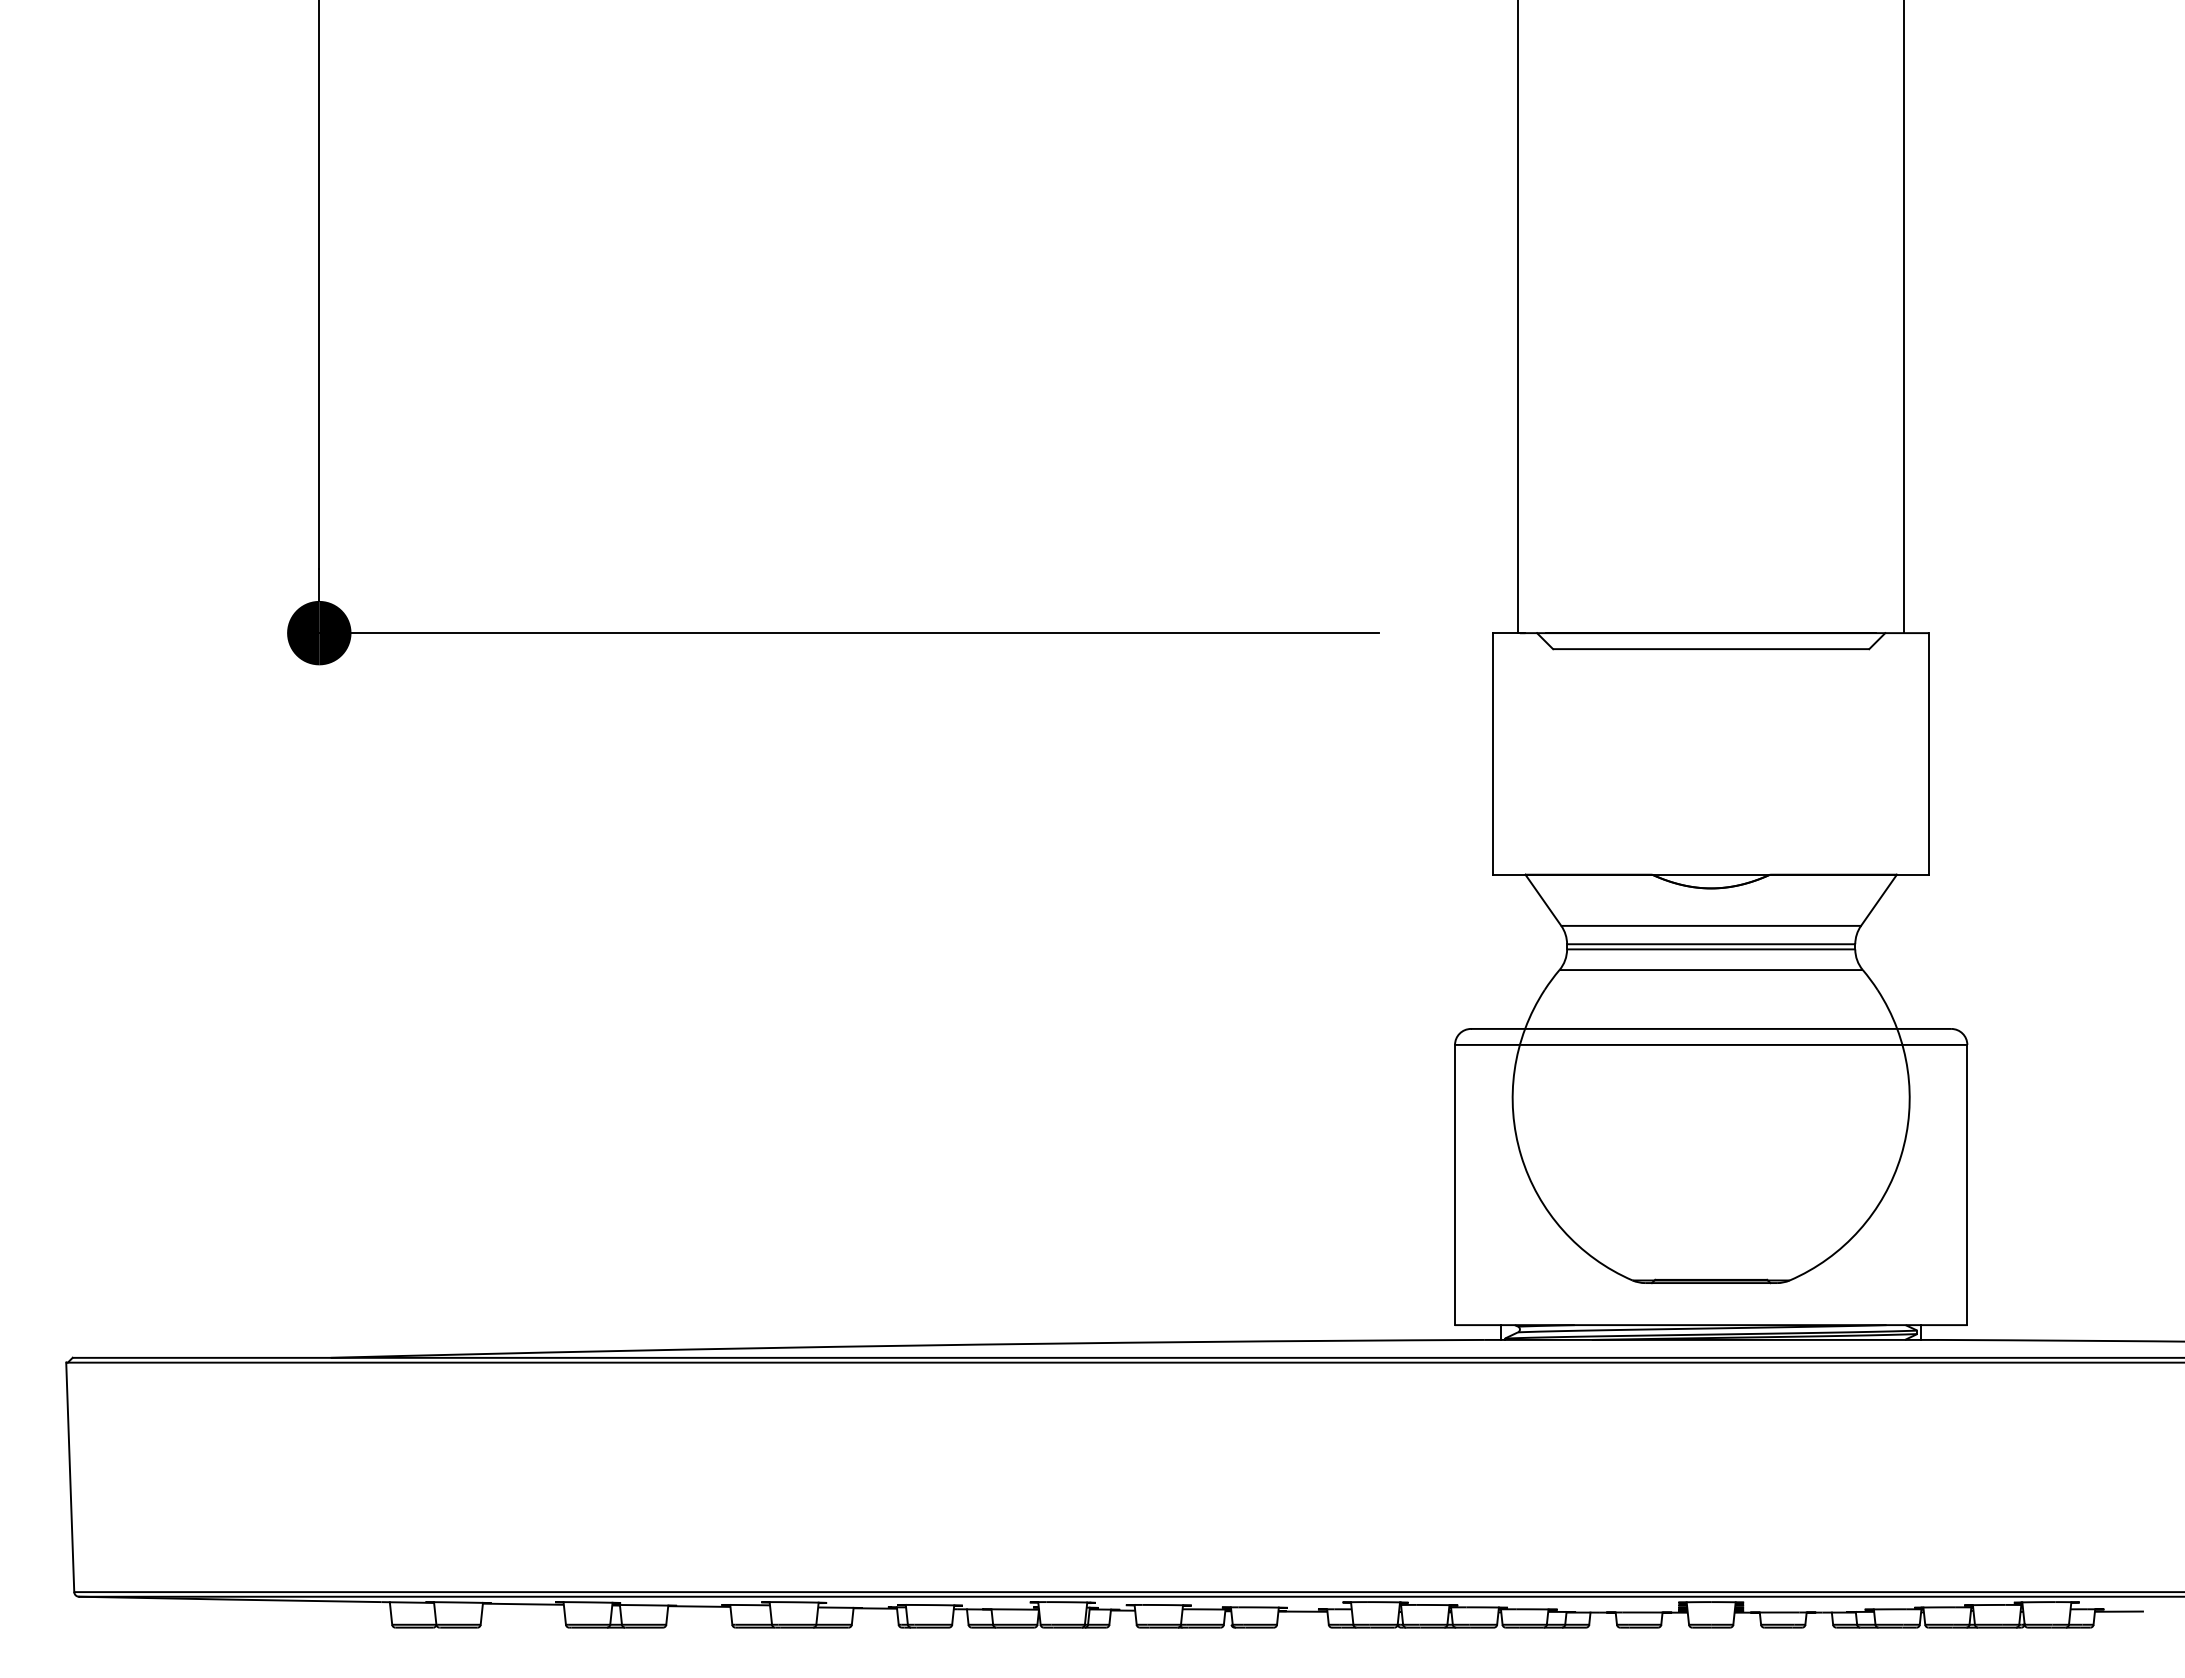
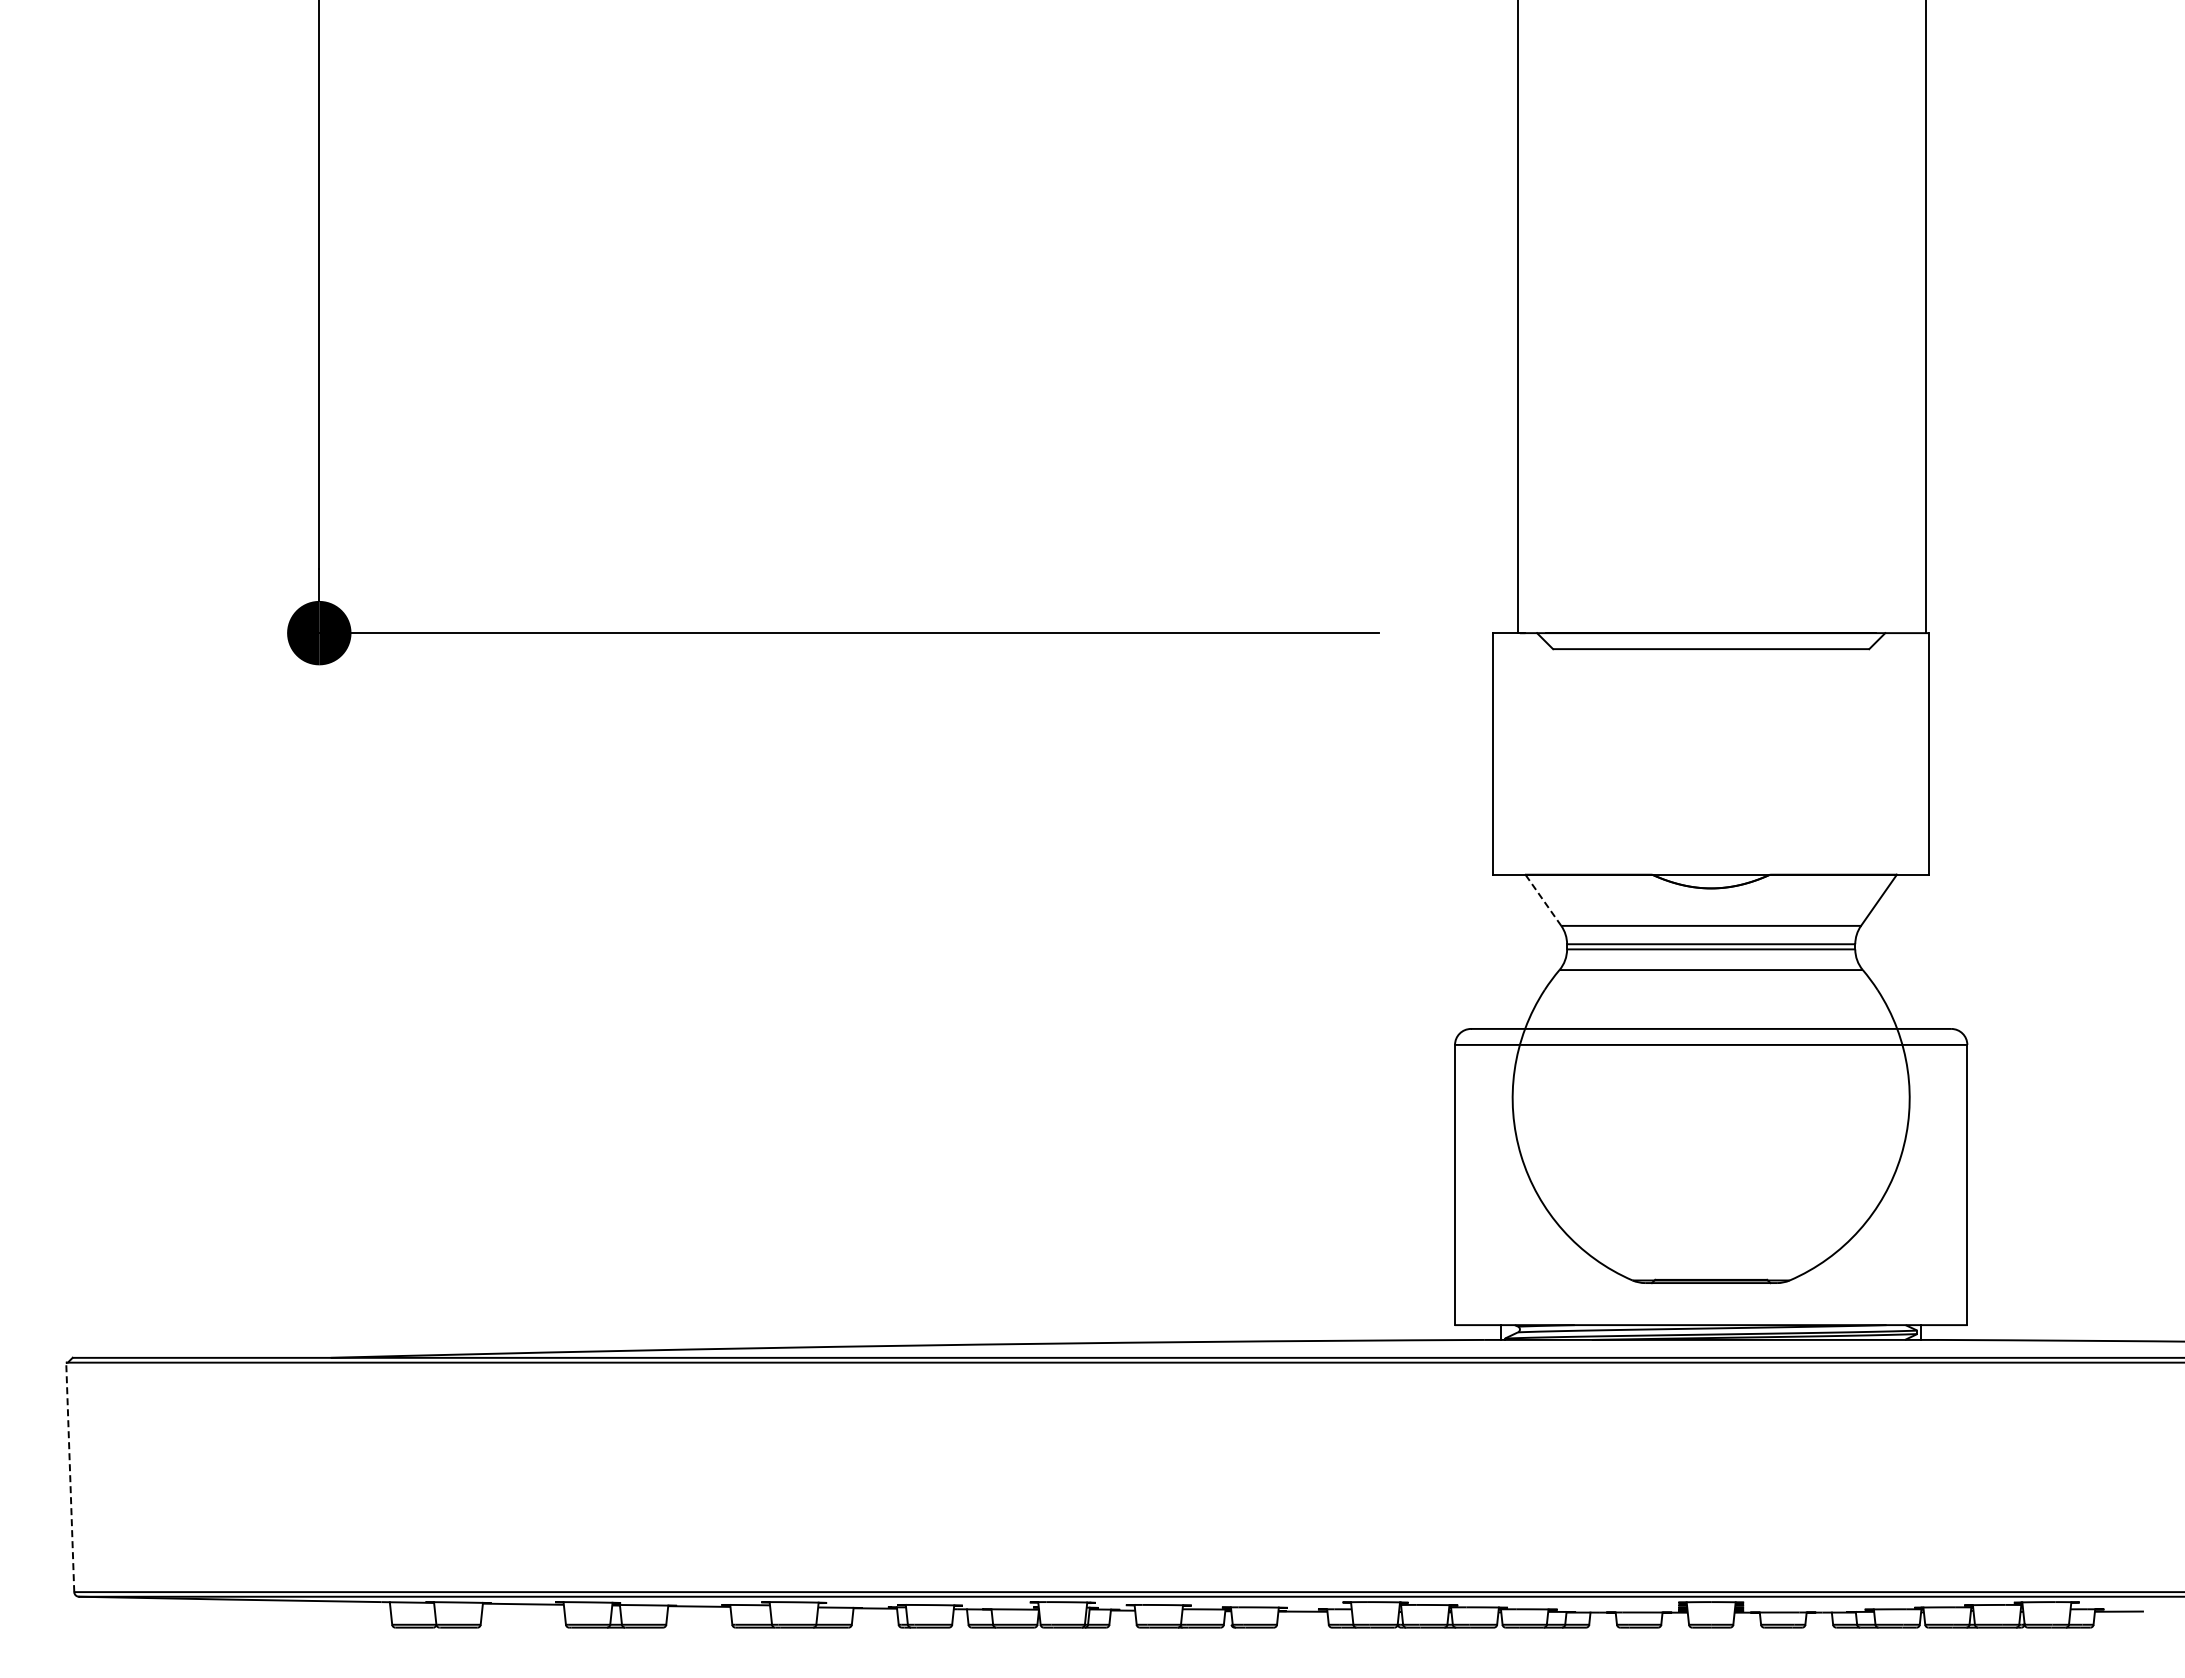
line at (1904, 317) position: (1904, 317) -> (1926, 317)
line at (1543, 899): solid -> dashed
line at (70, 1477): solid -> dashed
